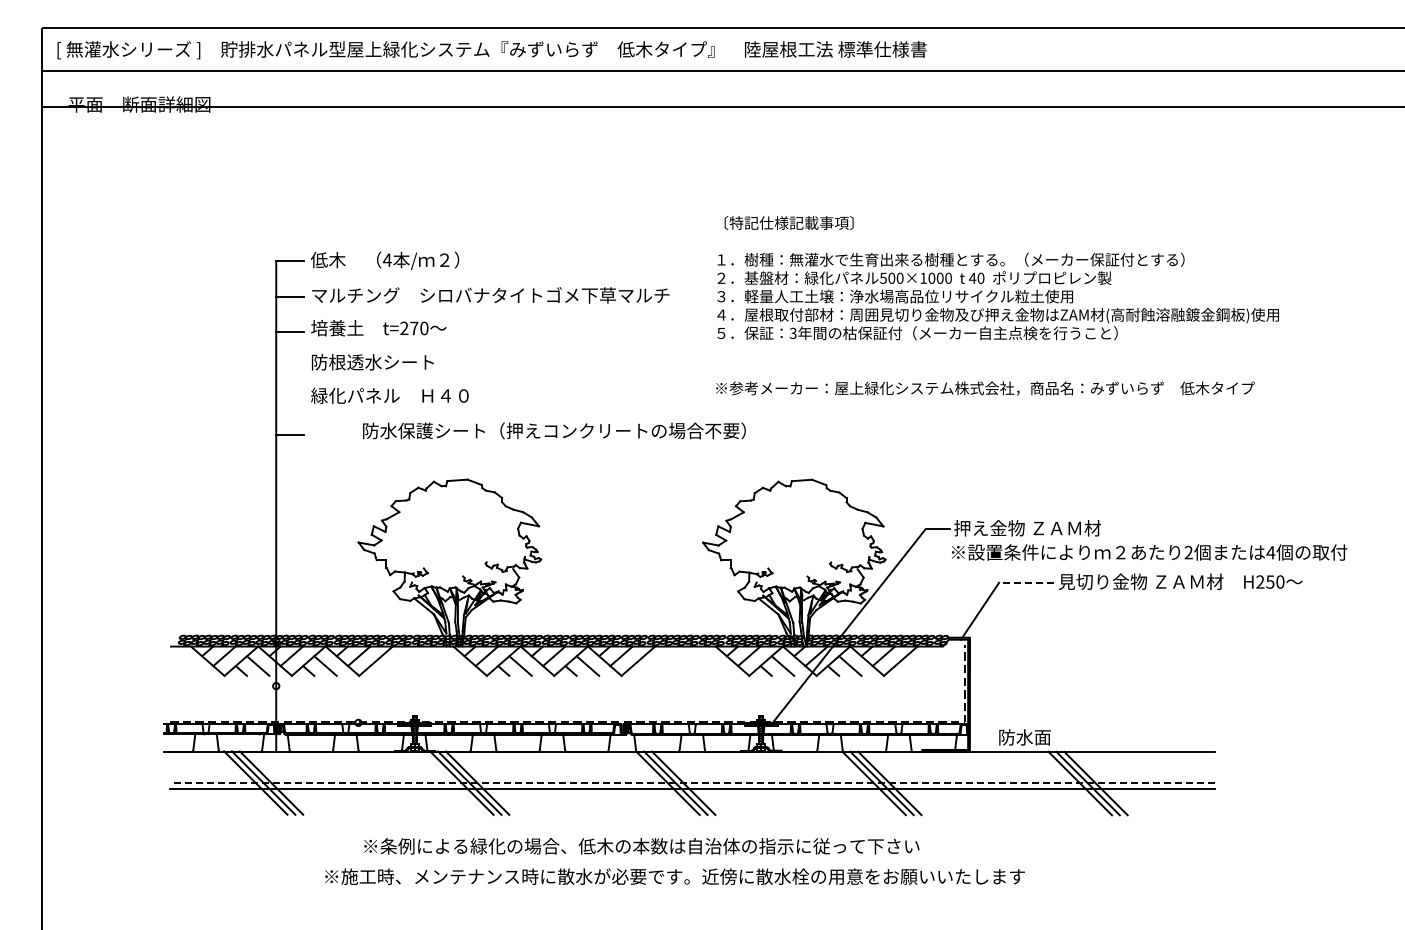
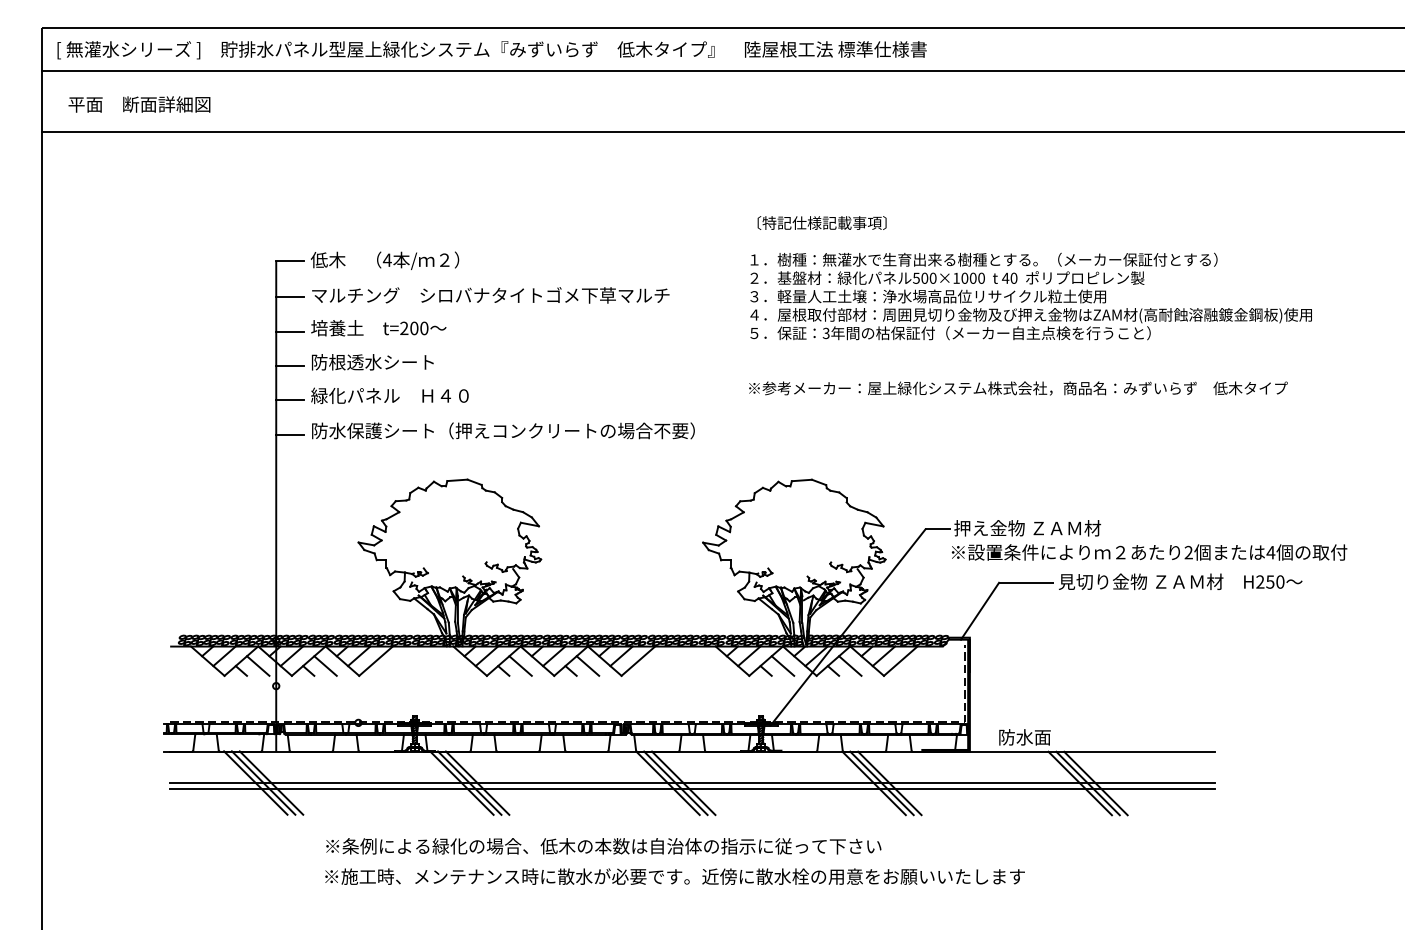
line at (721, 106) position: (721, 106) -> (721, 131)
text at (997, 305) position: (997, 305) -> (1030, 305)
text at (414, 328): t=270 -> t=200
line at (289, 366): none -> present
line at (289, 399): none -> present
text at (554, 430) position: (554, 430) -> (503, 430)
line at (1026, 582): dashed -> solid
line at (692, 783): dashed -> solid
text at (641, 846) position: (641, 846) -> (603, 846)
